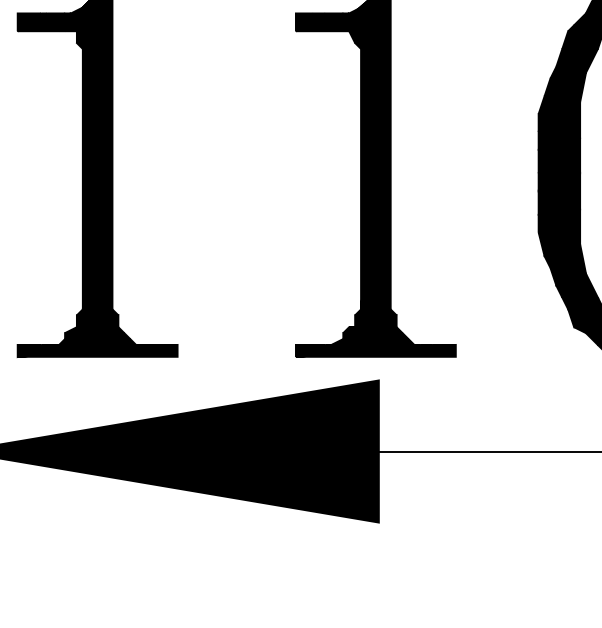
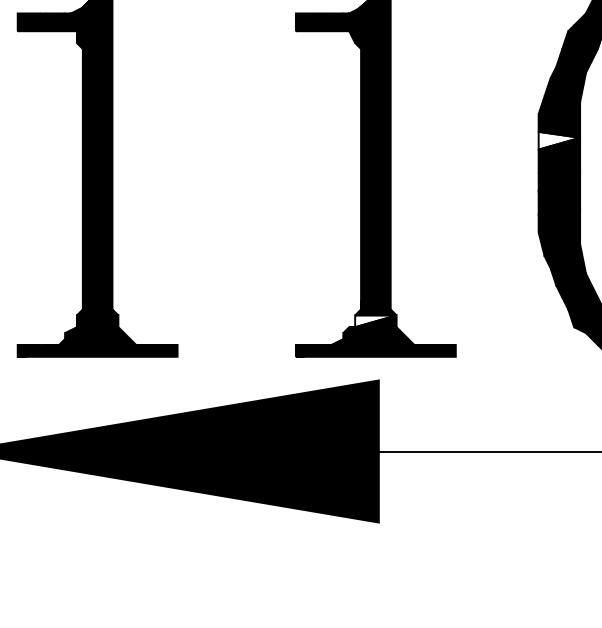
fill at (559, 140): present -> none
fill at (375, 321): present -> none
